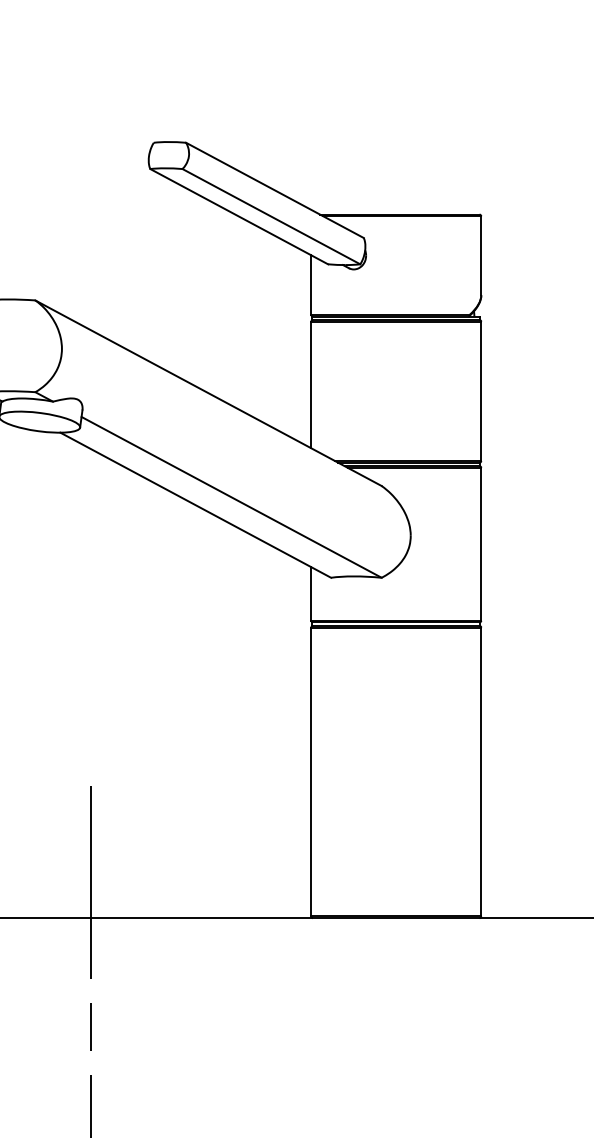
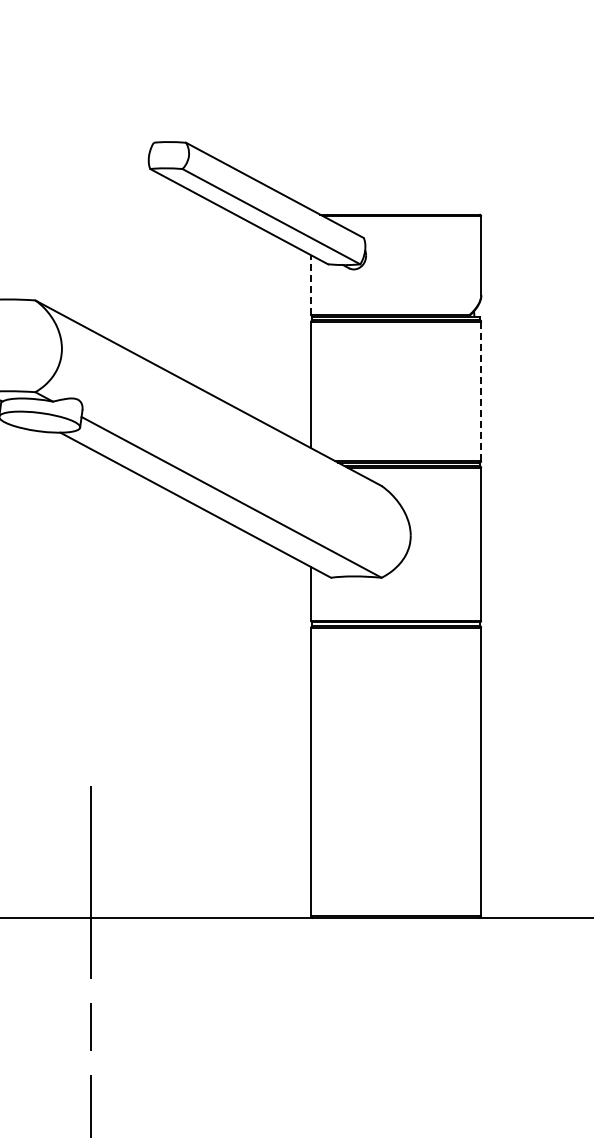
line at (311, 285): solid -> dashed
line at (481, 391): solid -> dashed
